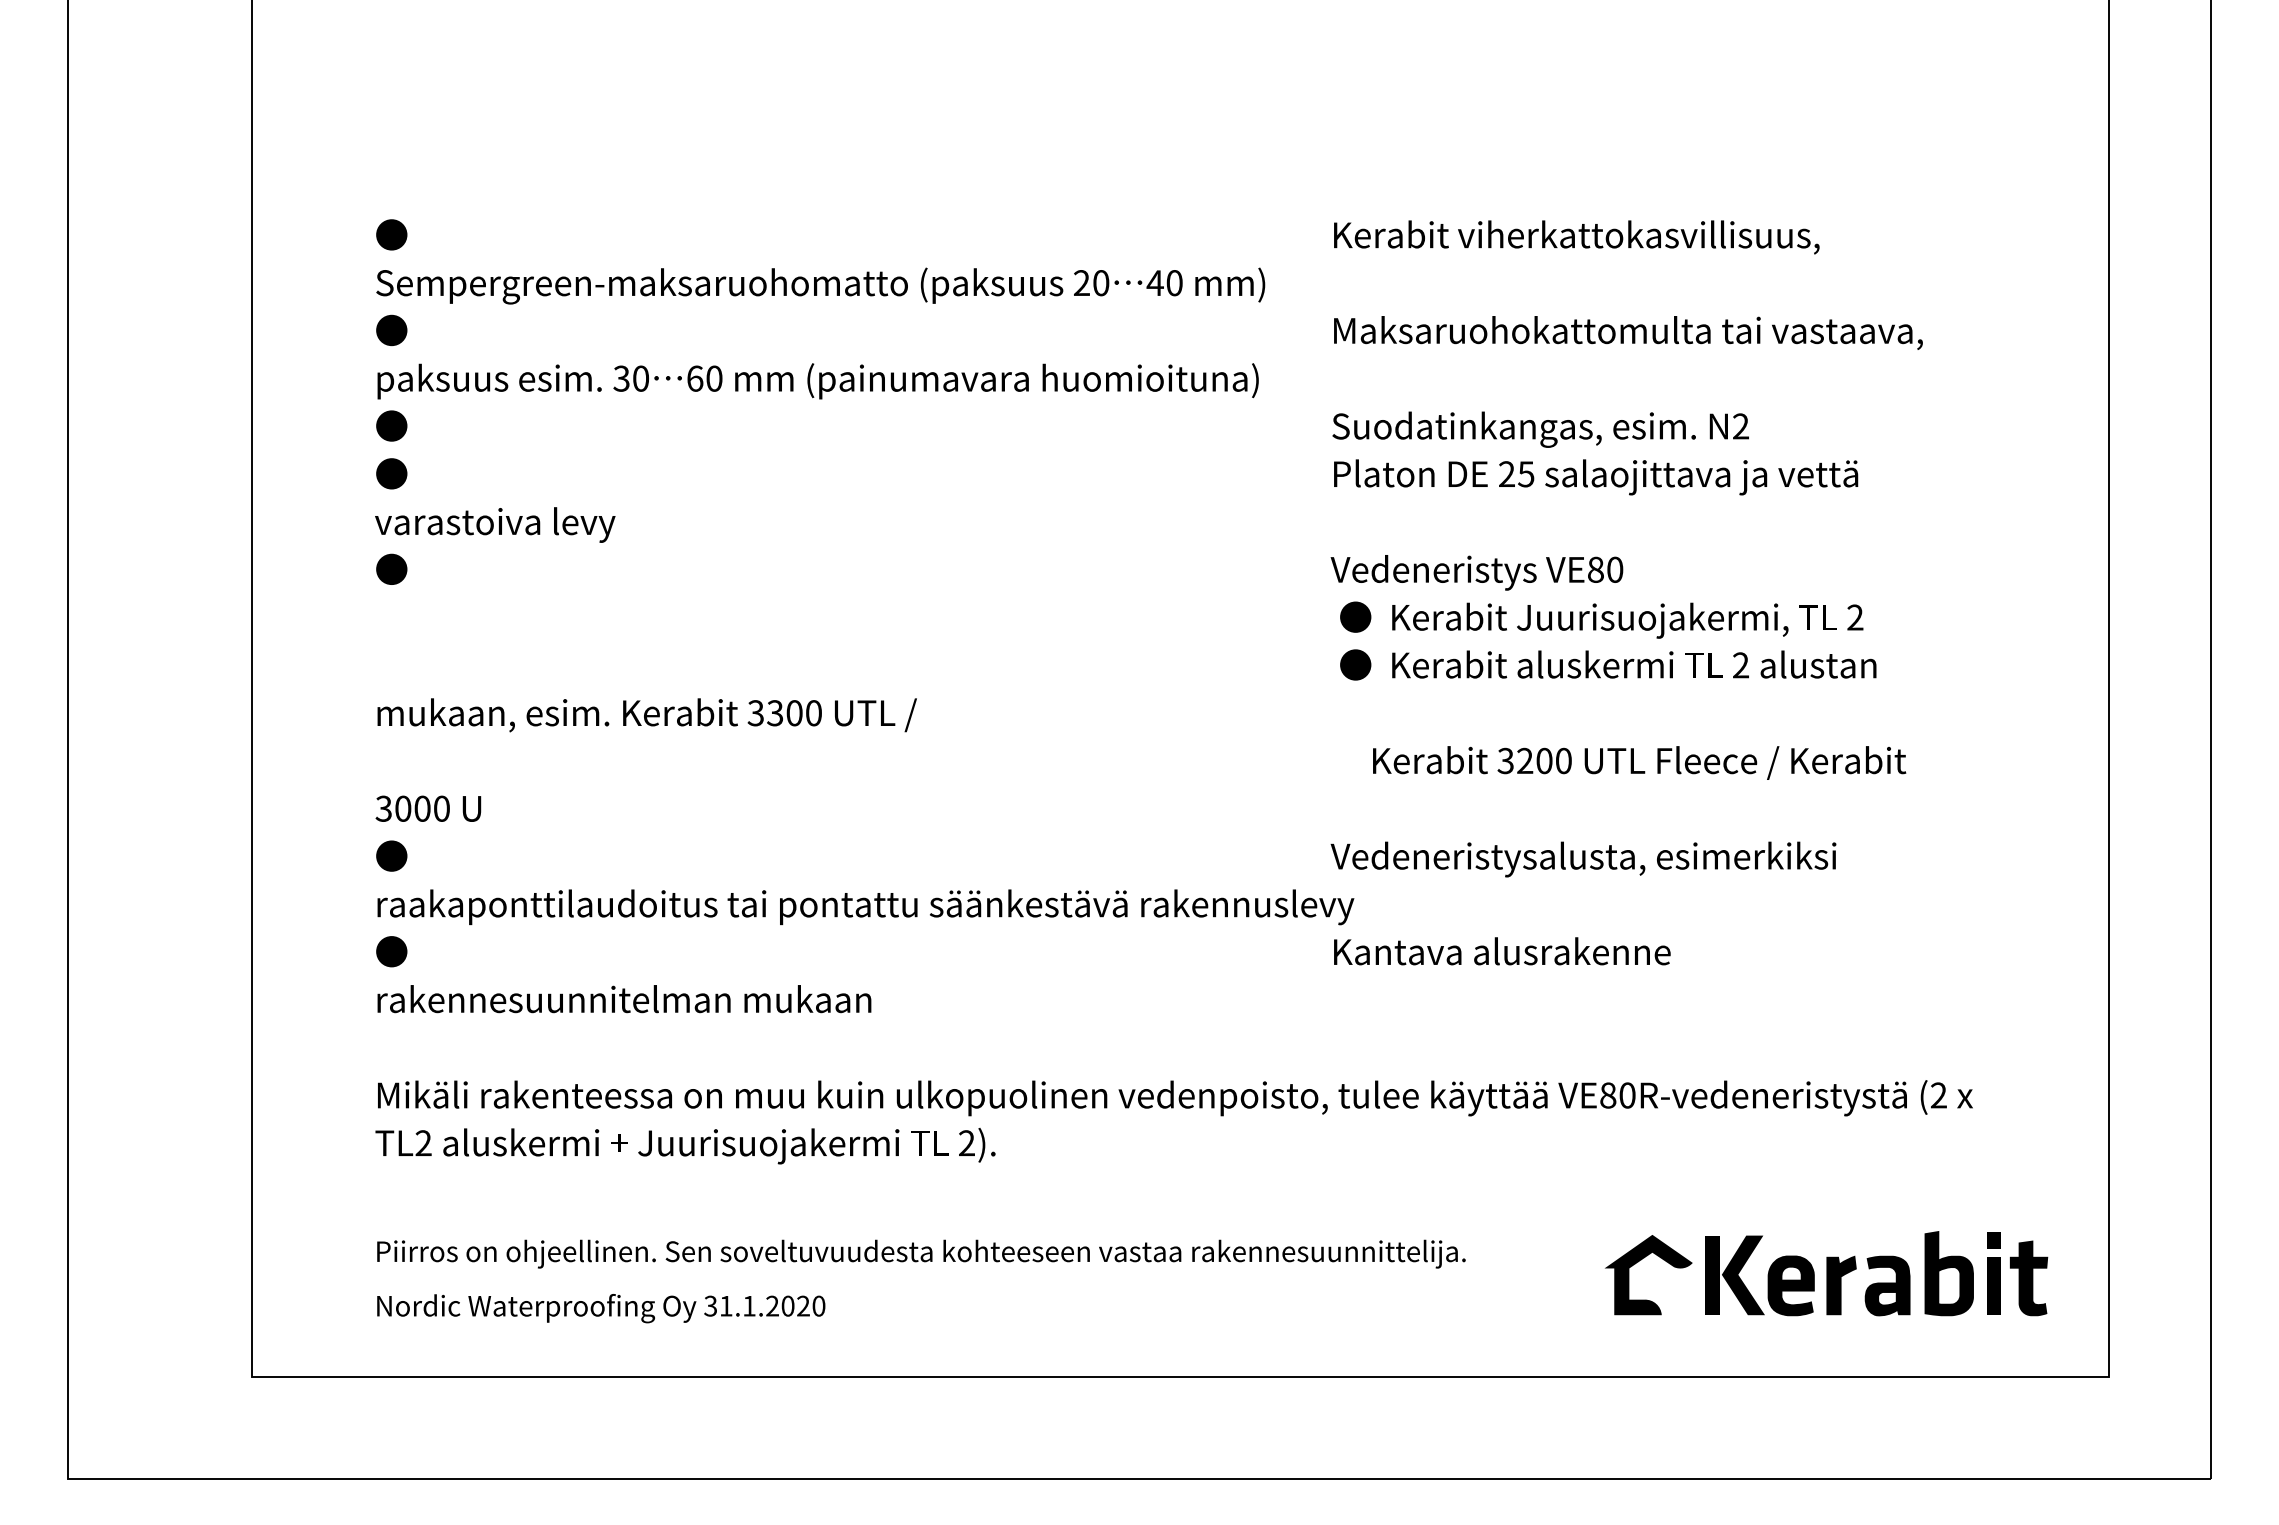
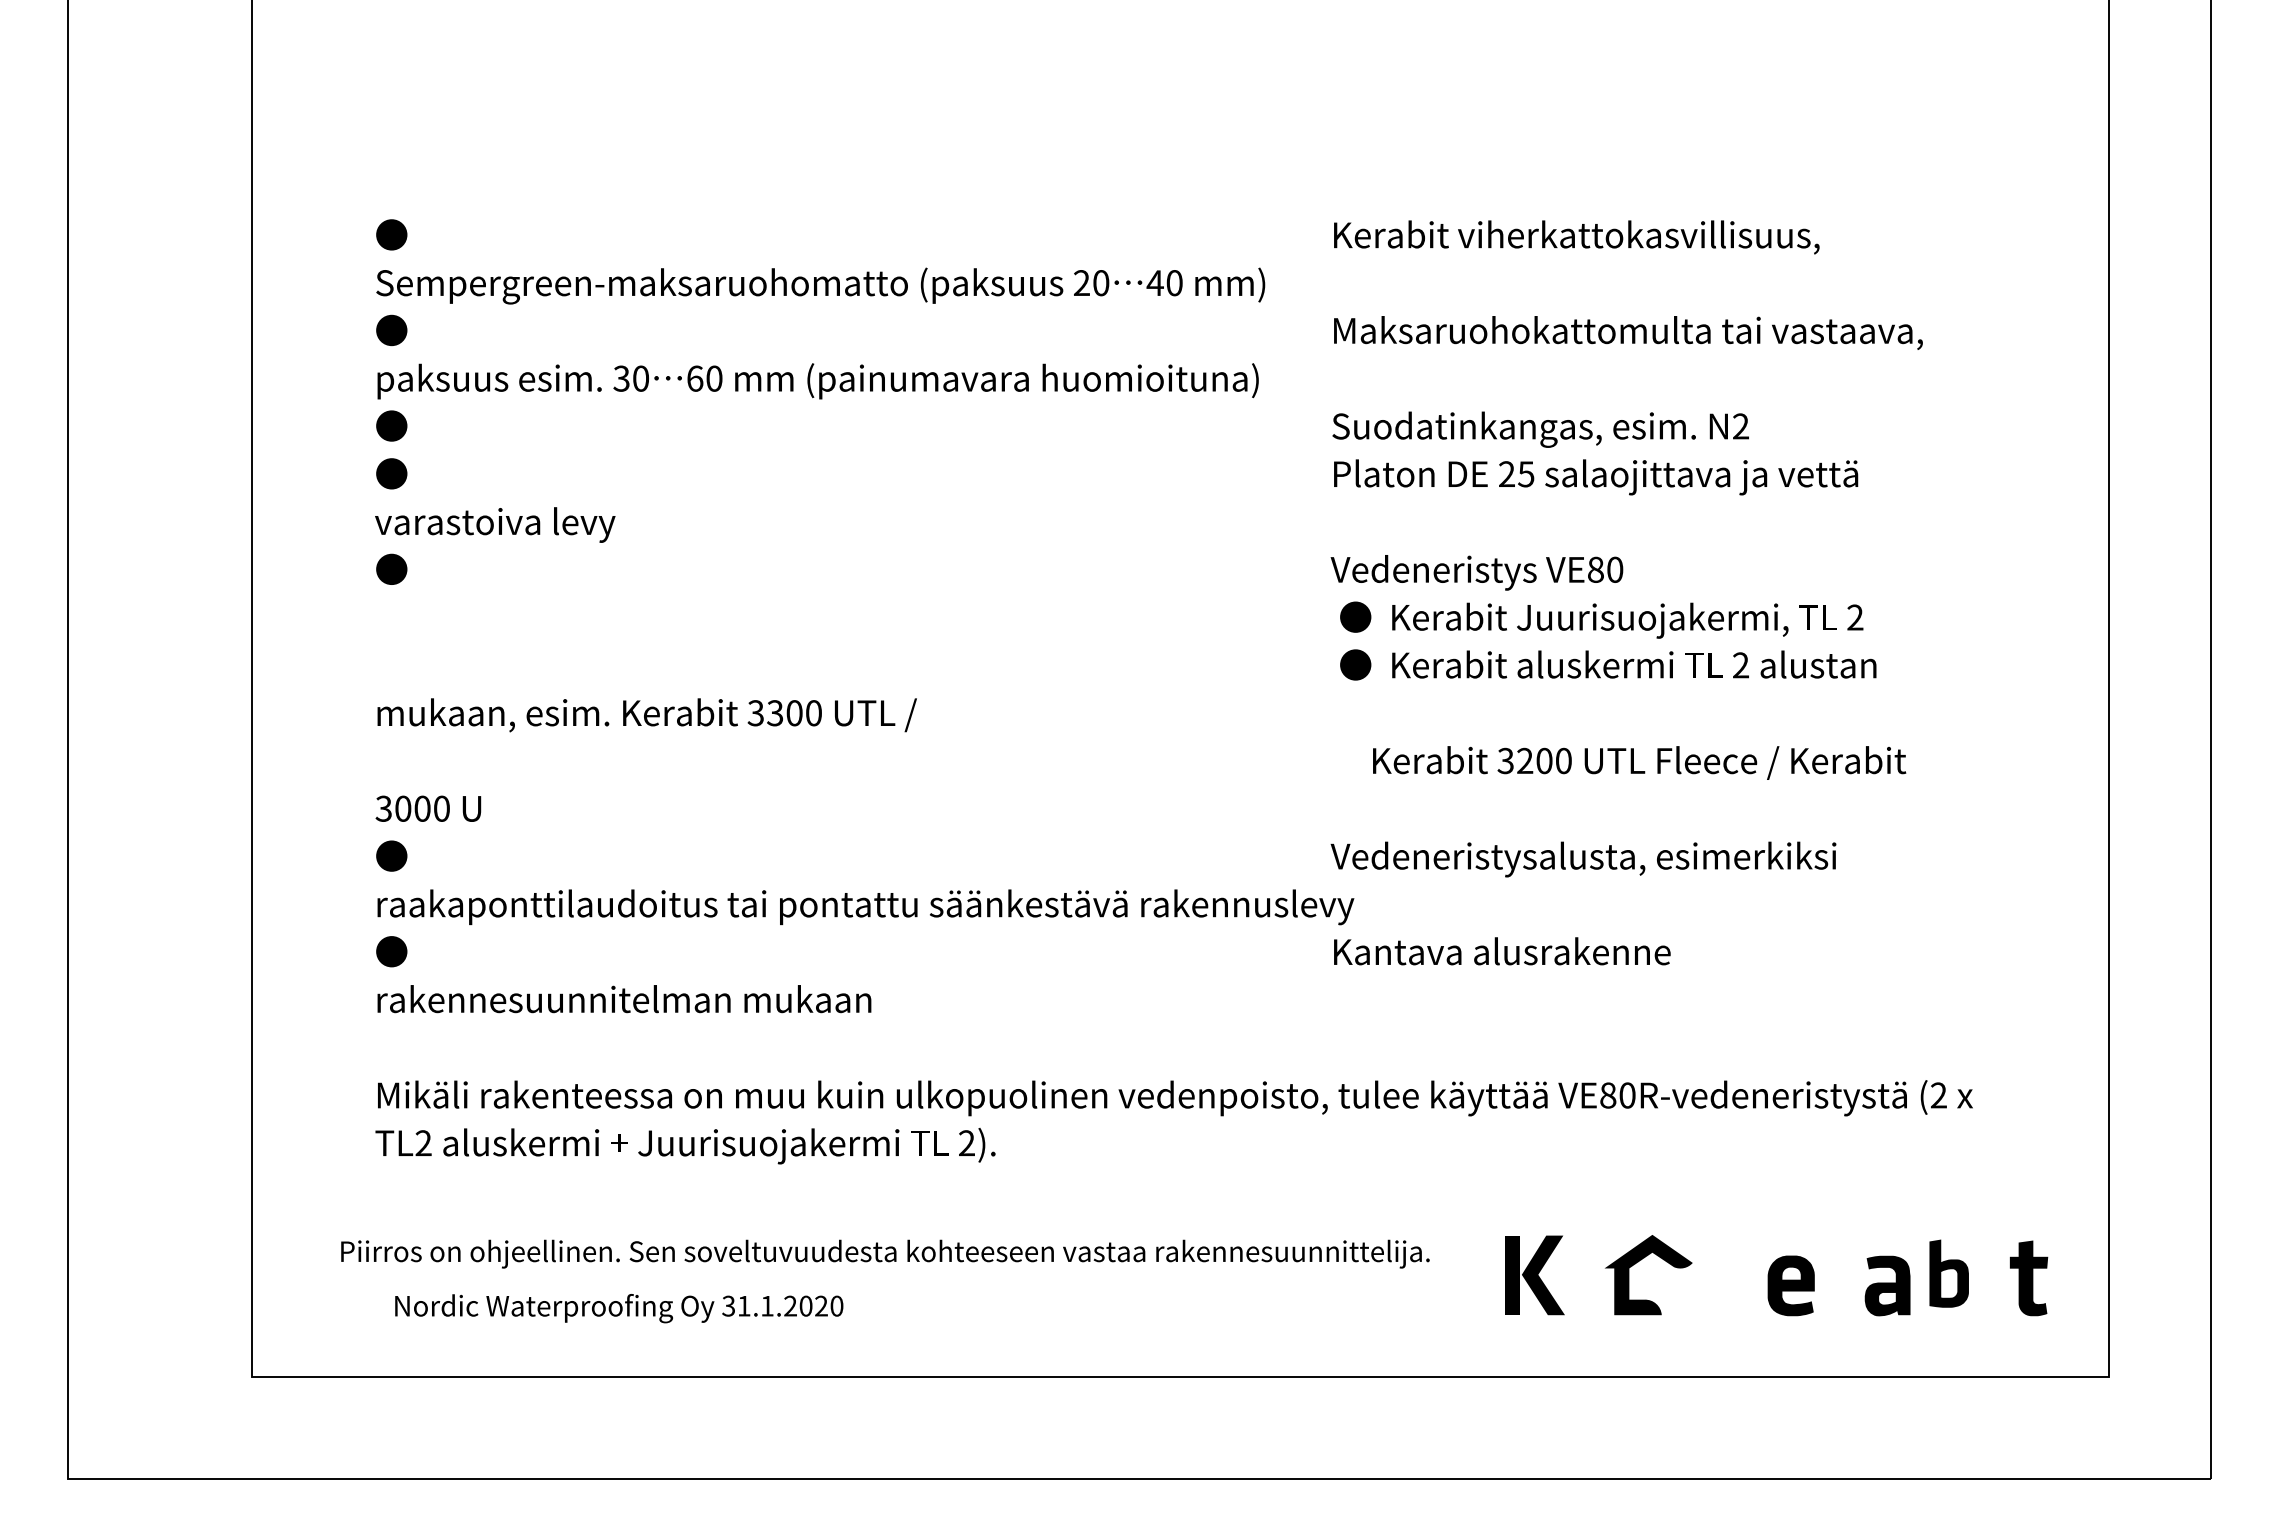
fill at (1993, 1239): present -> none
text at (921, 1253) position: (921, 1253) -> (885, 1253)
part at (1948, 1273) size: 50x86 px -> 40x69 px
part at (1734, 1275) position: (1734, 1275) -> (1534, 1275)
fill at (1841, 1285): present -> none
fill at (1993, 1285): present -> none
text at (601, 1308) position: (601, 1308) -> (619, 1308)
